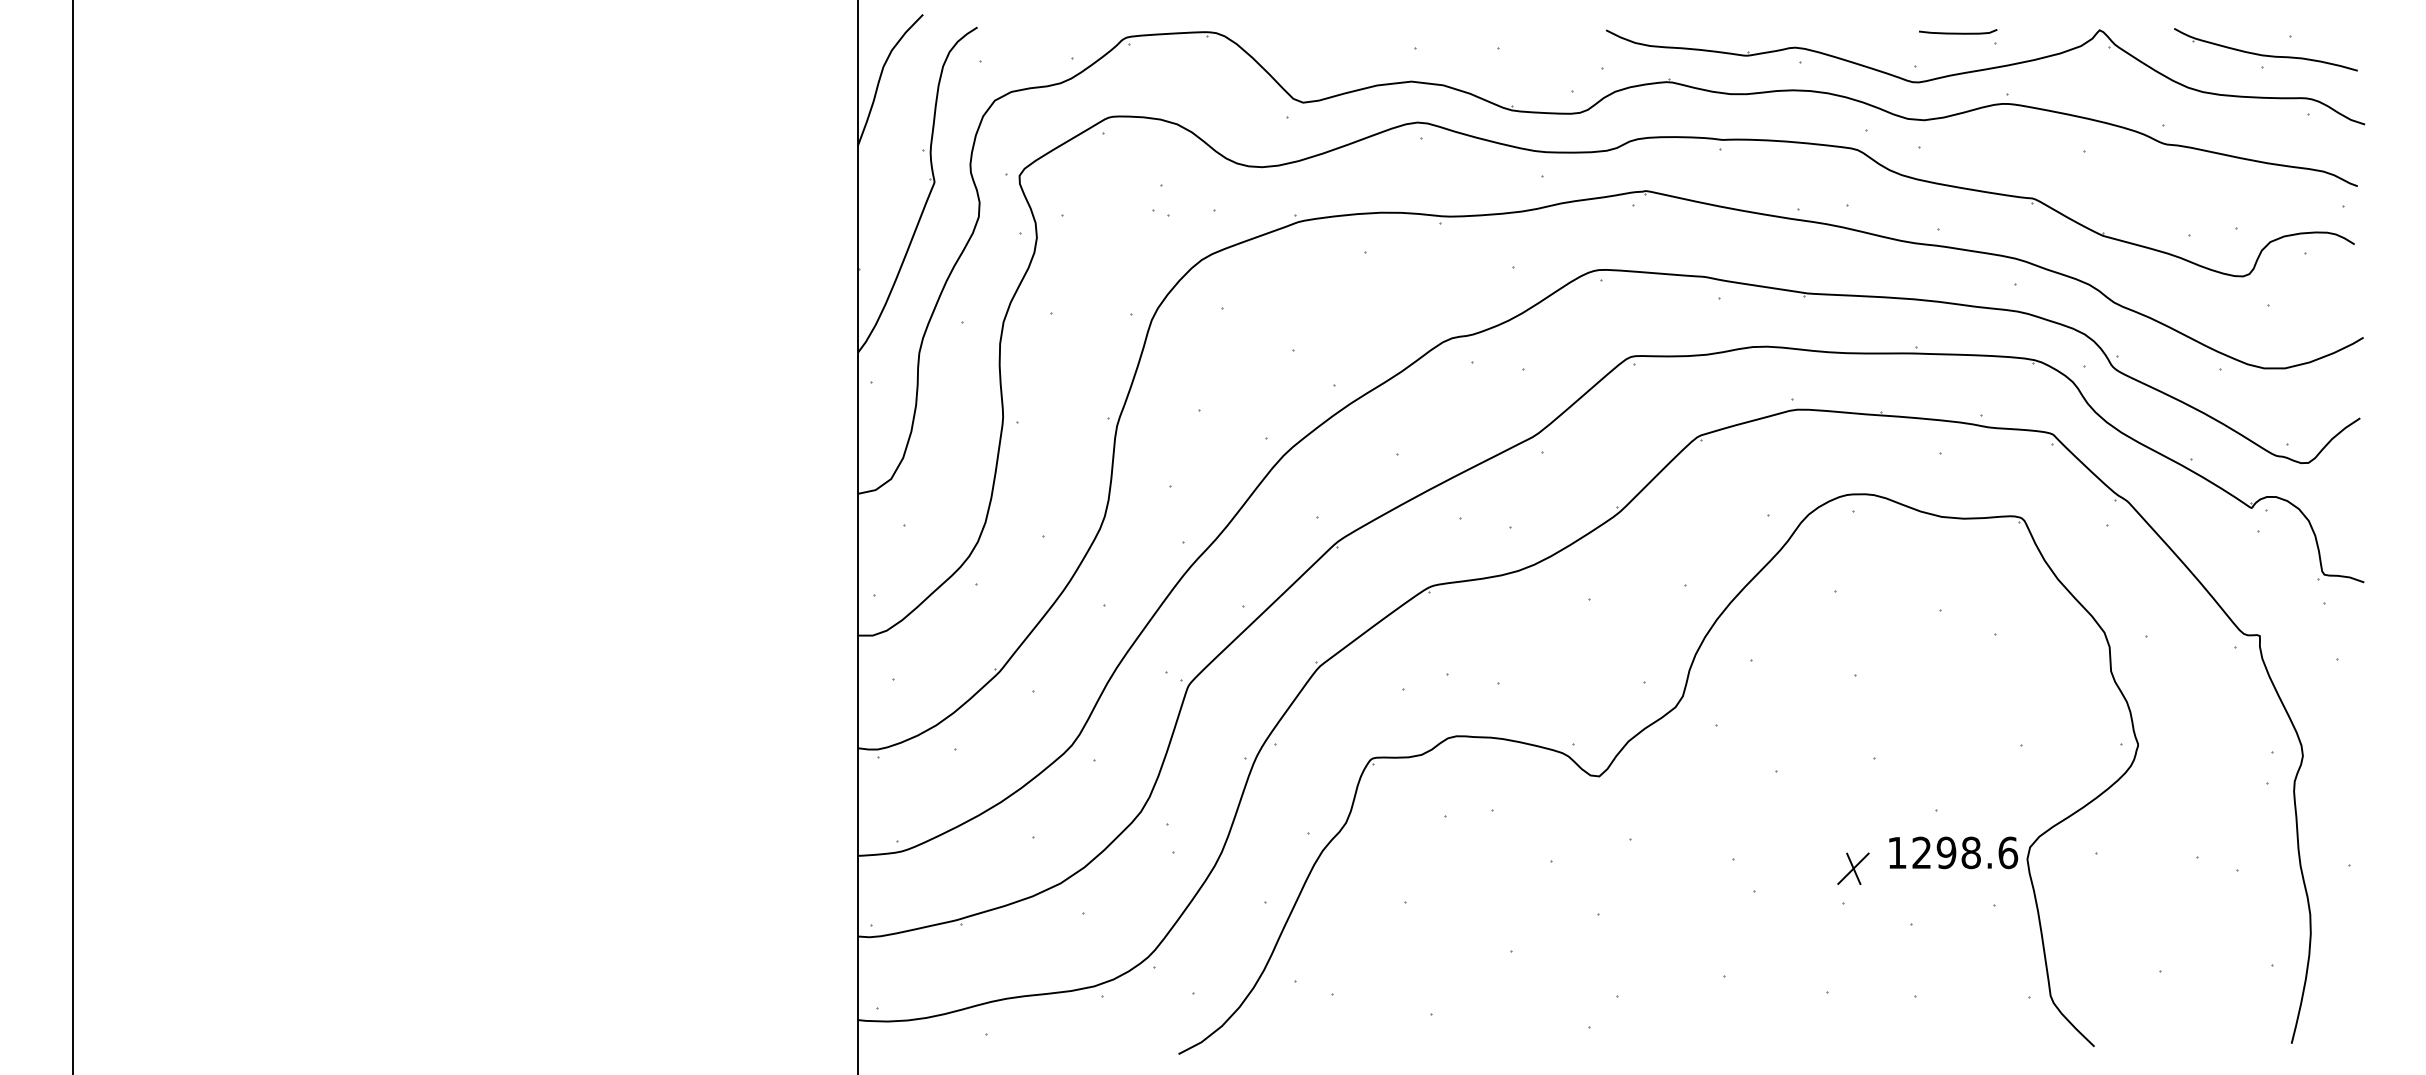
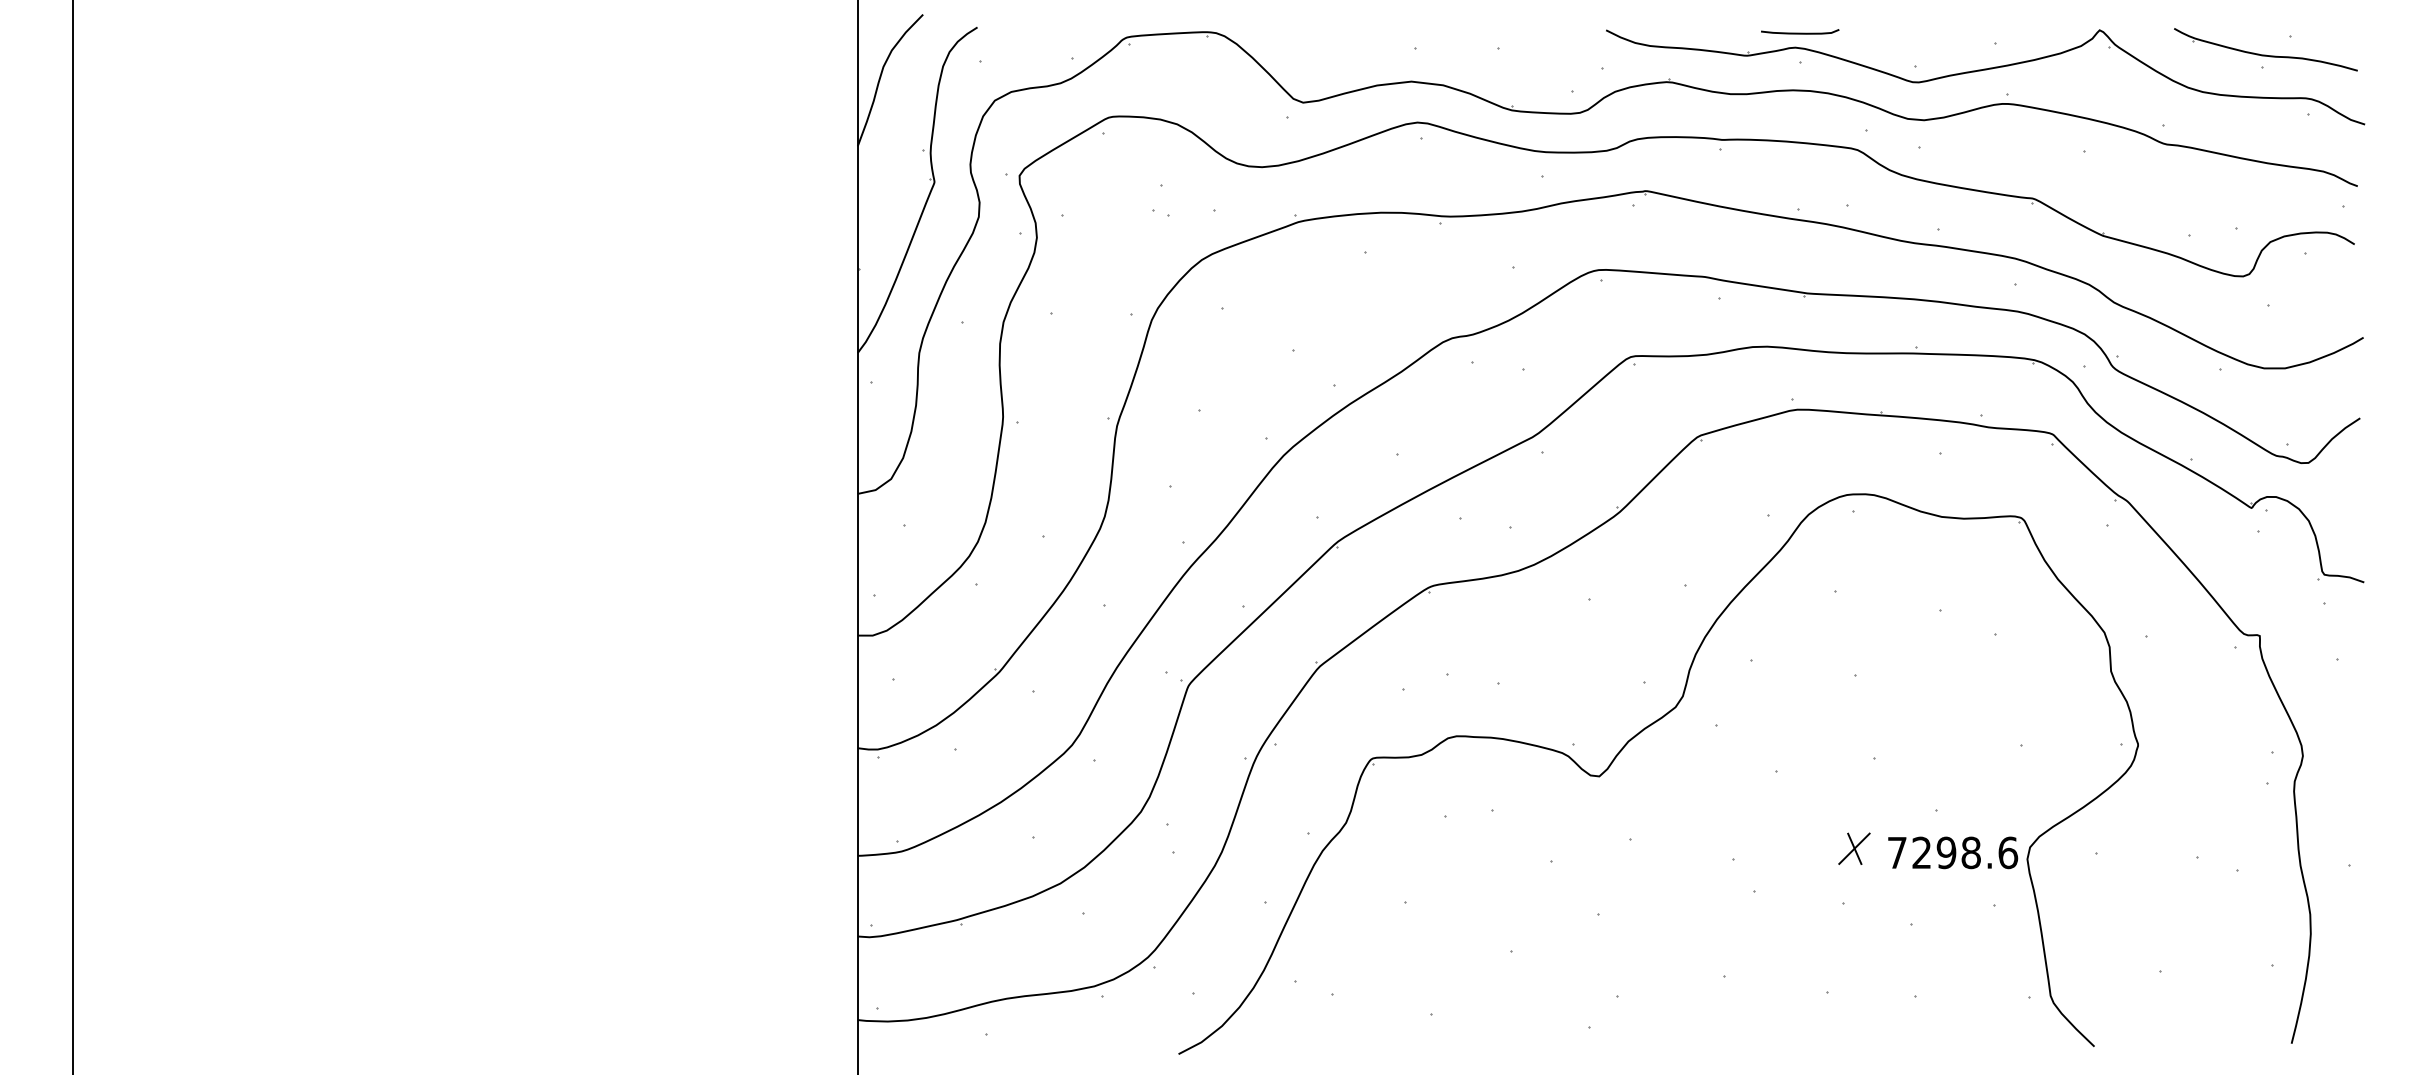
curve at (1958, 32) position: (1958, 32) -> (1800, 32)
text at (1897, 852): 1298.6 -> 7298.6
part at (1853, 868) position: (1853, 868) -> (1854, 848)
